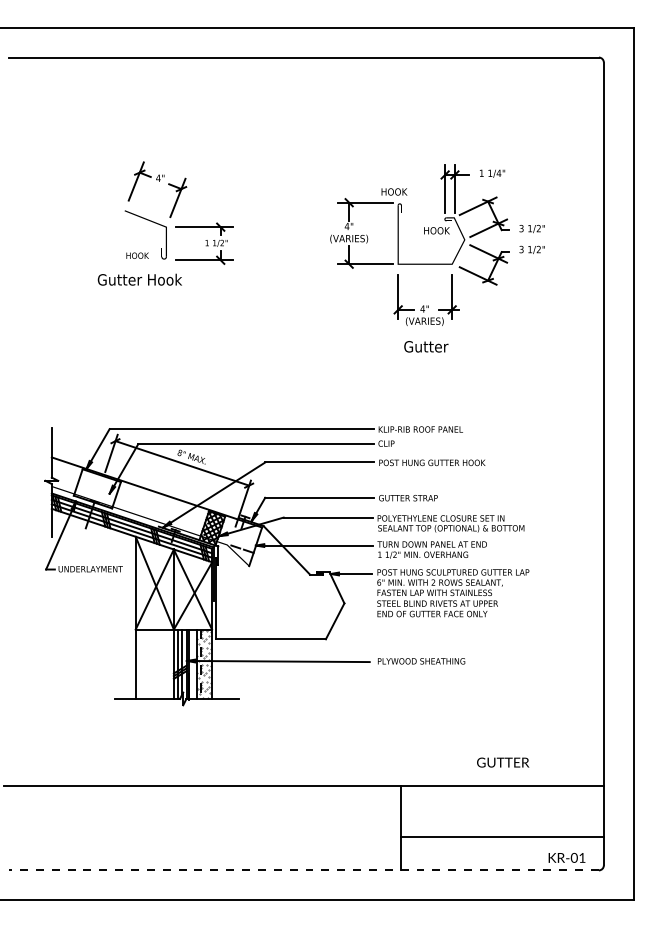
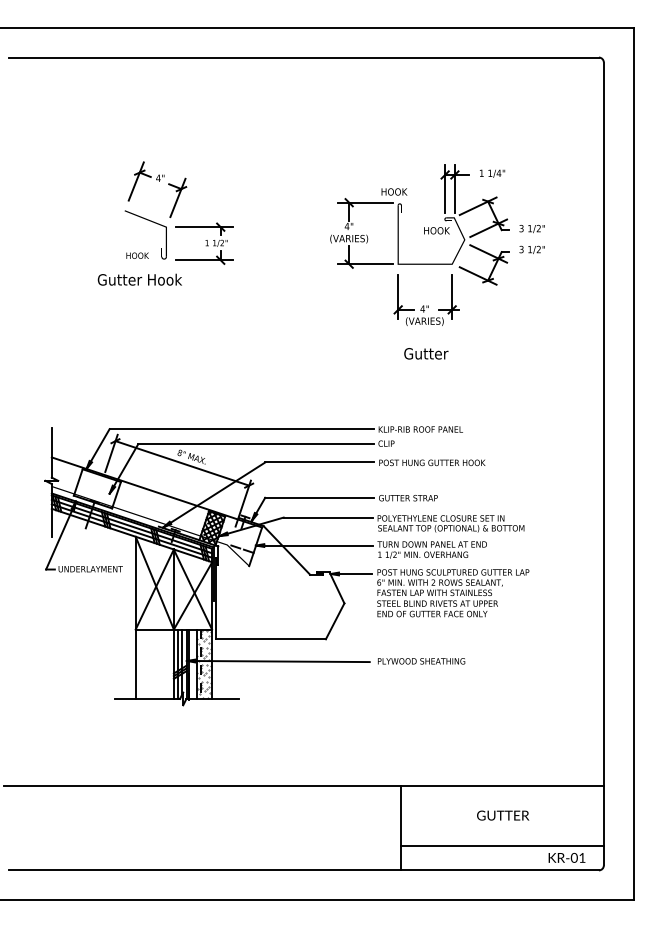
text at (426, 346) position: (426, 346) -> (426, 353)
text at (503, 762) position: (503, 762) -> (503, 815)
line at (501, 836) position: (501, 836) -> (501, 845)
line at (304, 870): dashed -> solid
